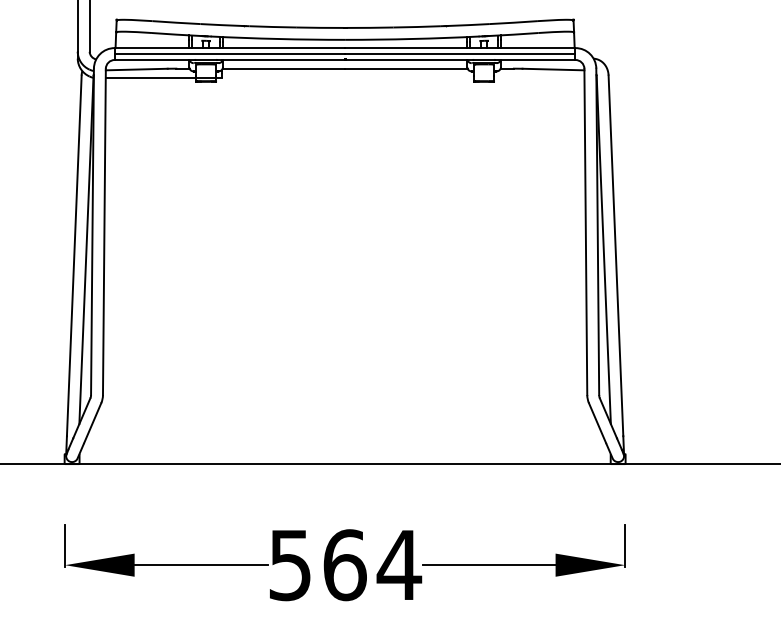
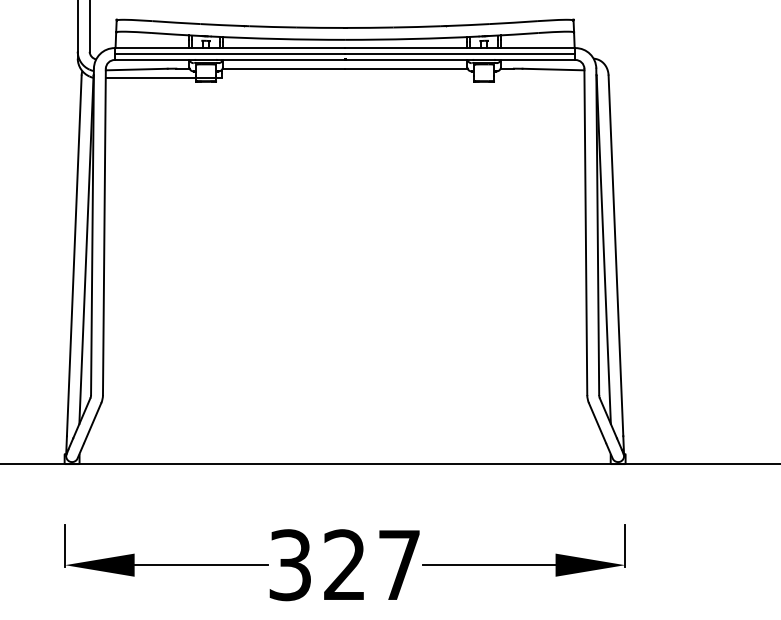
text at (346, 565): 564 -> 327
